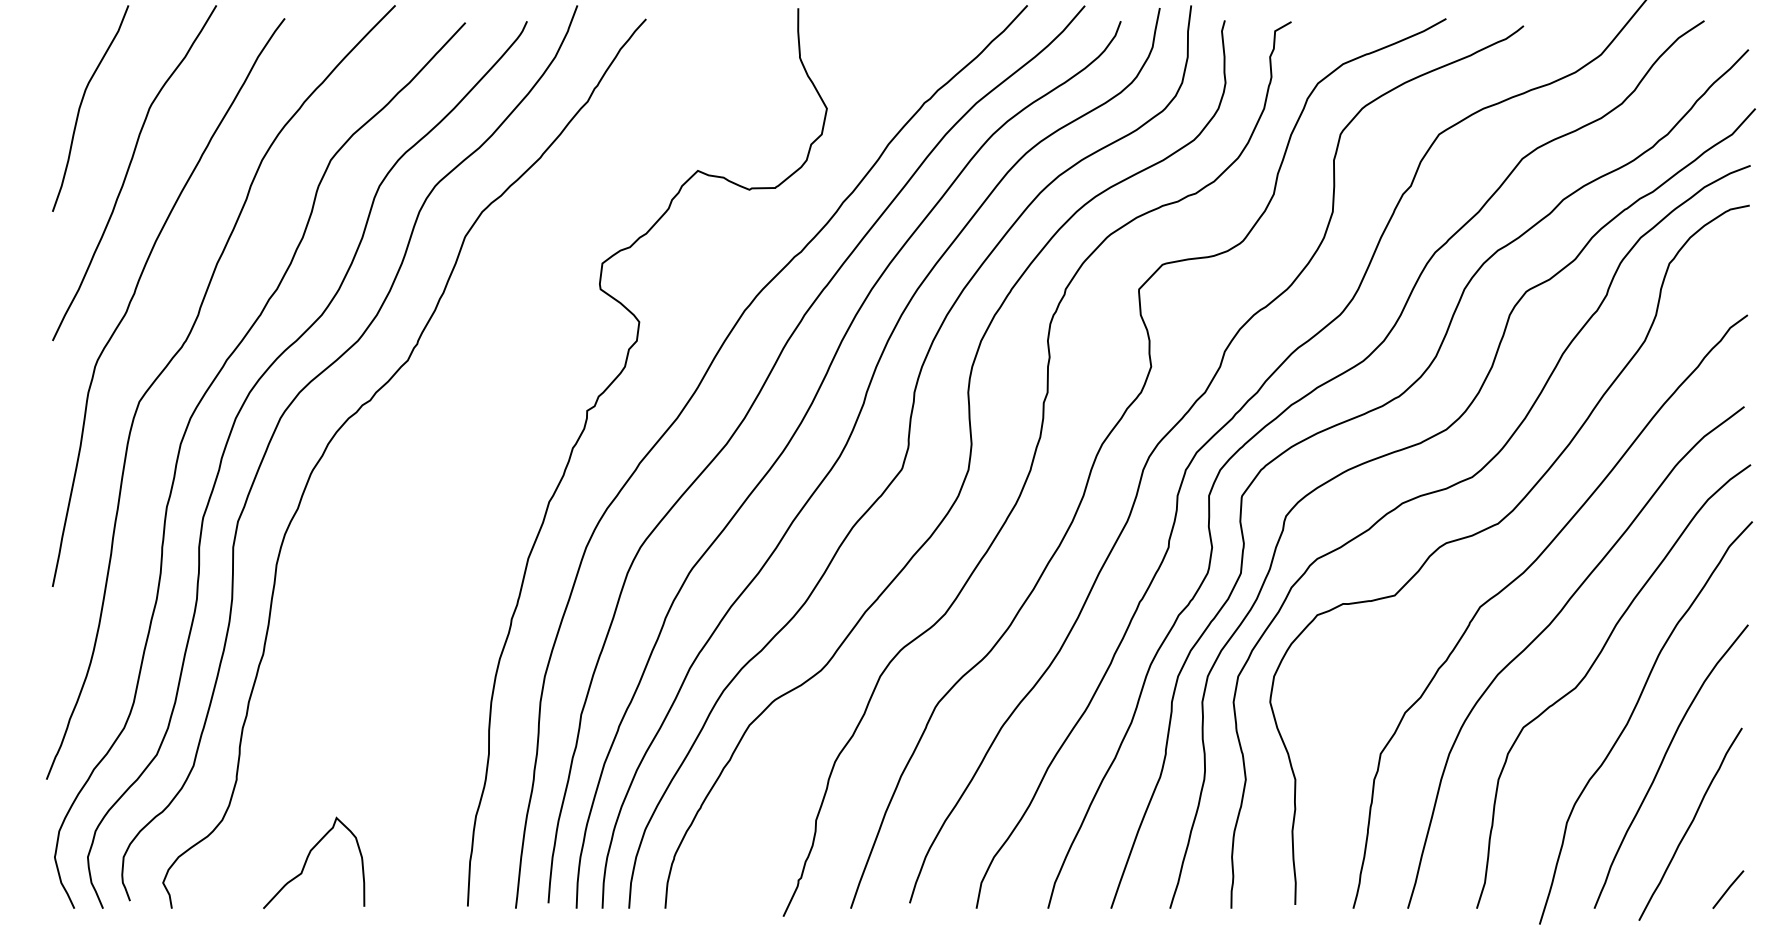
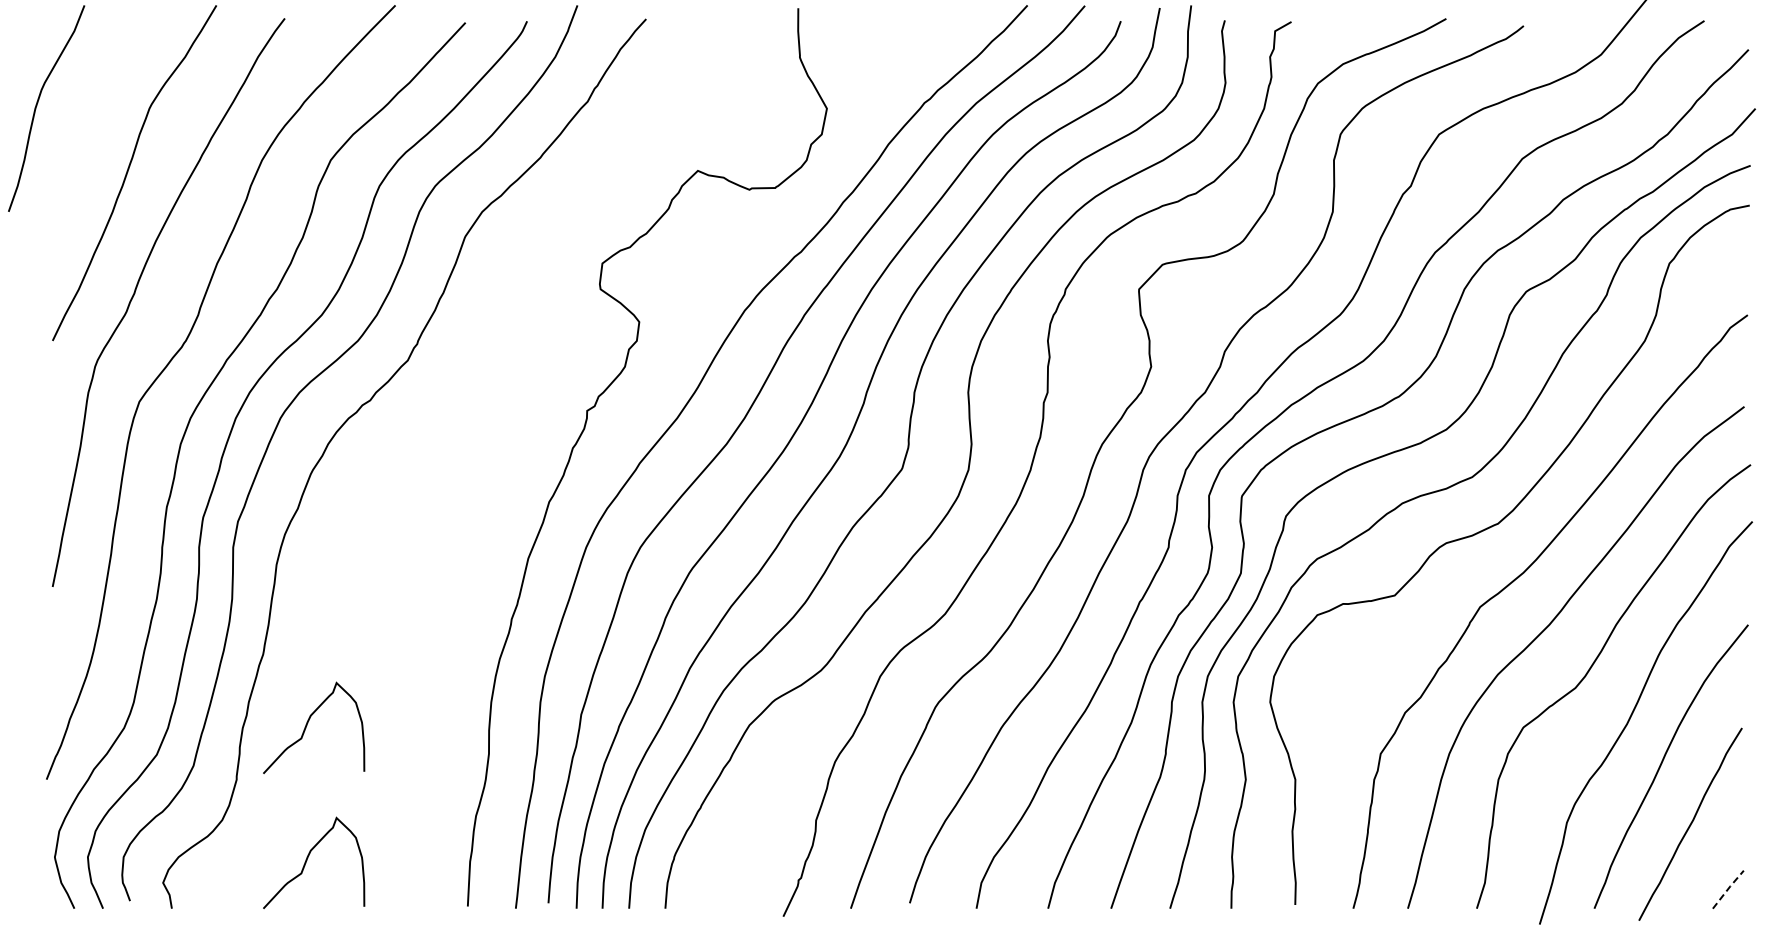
curve at (81, 106) position: (81, 106) -> (37, 106)
curve at (308, 723): none -> present
line at (1728, 888): solid -> dashed
